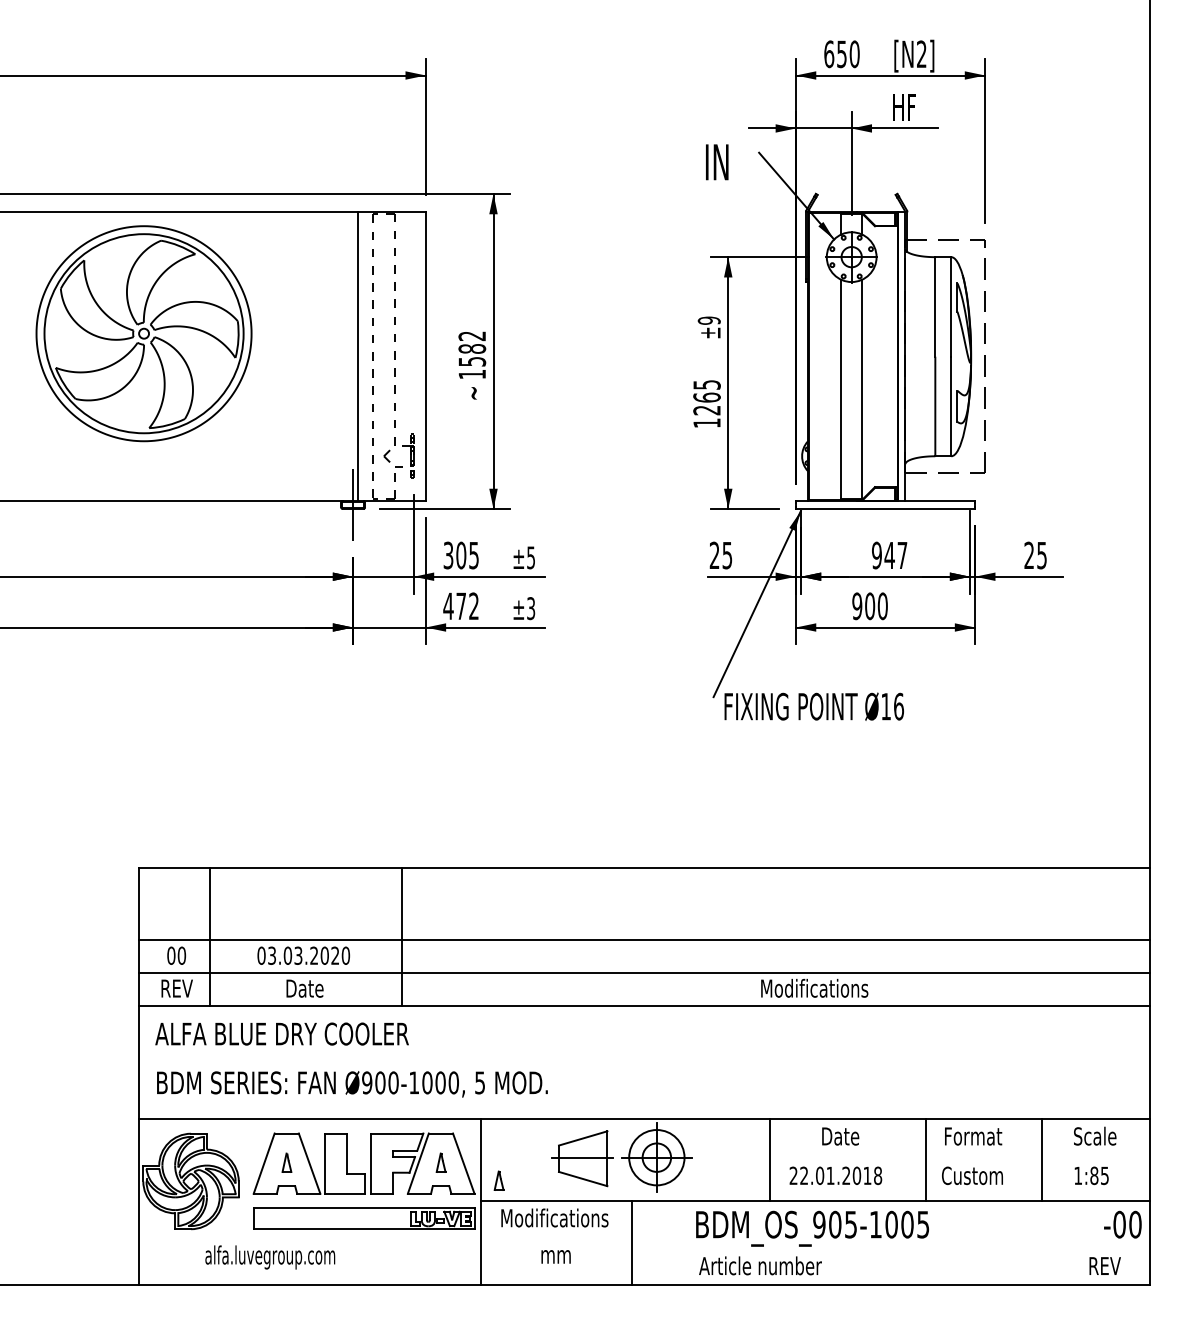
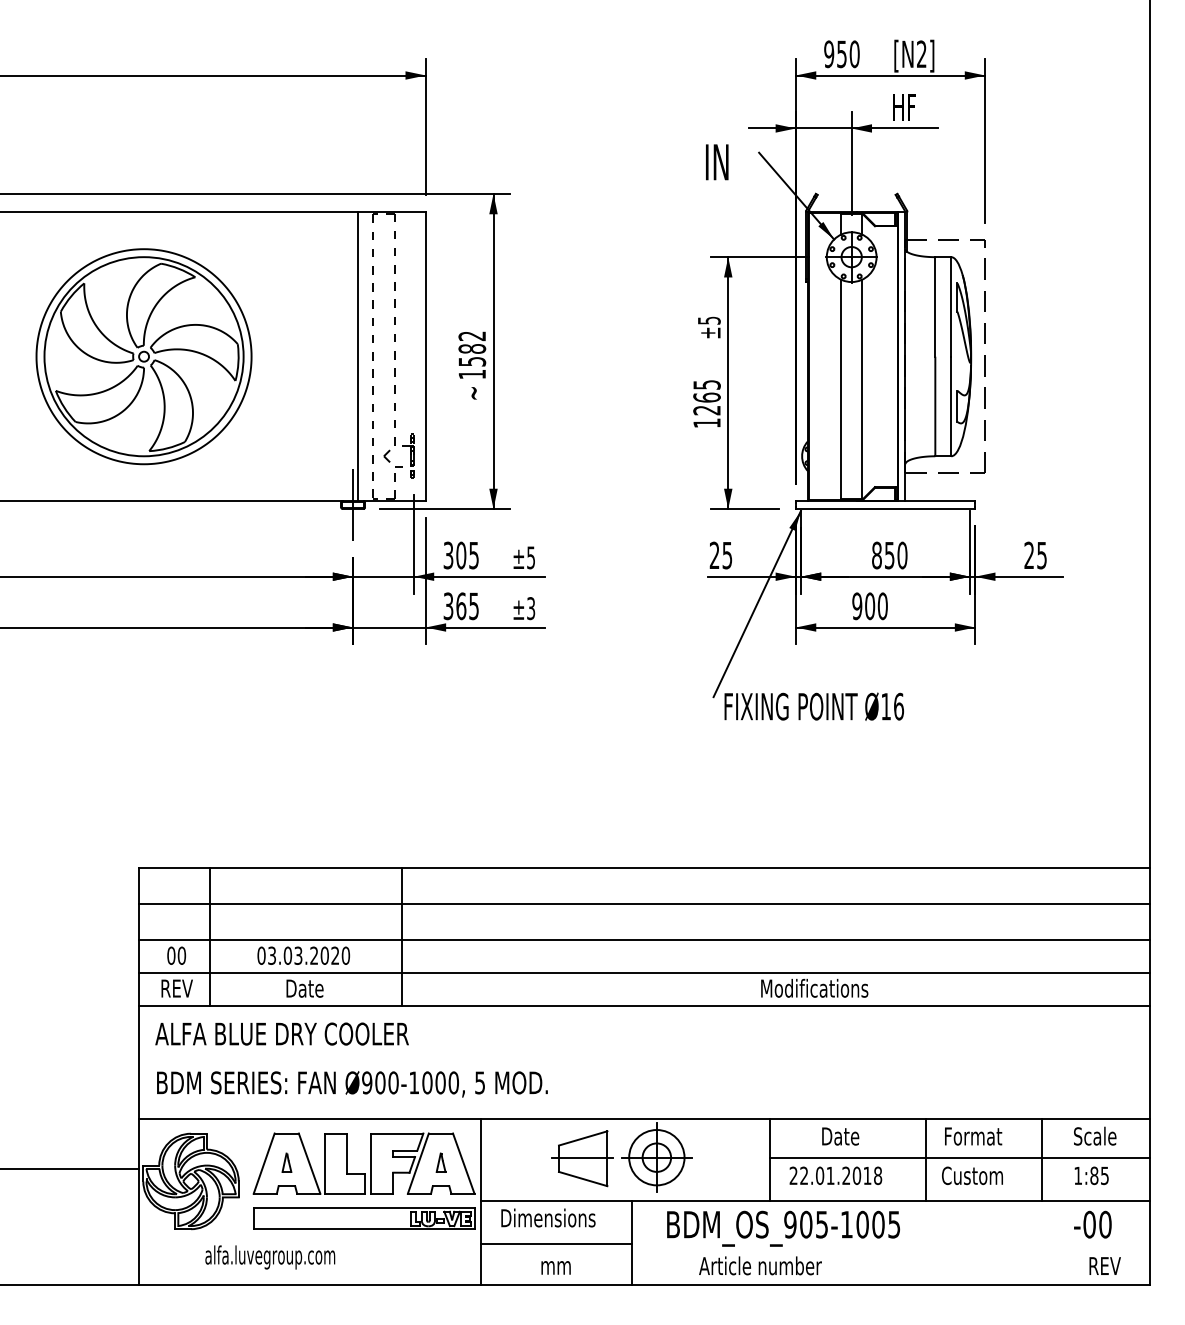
text at (829, 54): 650 -> 950
text at (708, 320): ±9 -> ±5
part at (143, 333) position: (143, 333) -> (143, 356)
text at (889, 555): 947 -> 850
text at (460, 606): 472 -> 365
line at (644, 903): none -> present
line at (959, 1157): none -> present
line at (70, 1169): none -> present
part at (498, 1180): present -> none
text at (555, 1217): Modifications -> Dimensions
text at (1122, 1224) position: (1122, 1224) -> (1092, 1224)
text at (812, 1228) position: (812, 1228) -> (783, 1228)
line at (556, 1243): none -> present
text at (555, 1256) position: (555, 1256) -> (555, 1267)
